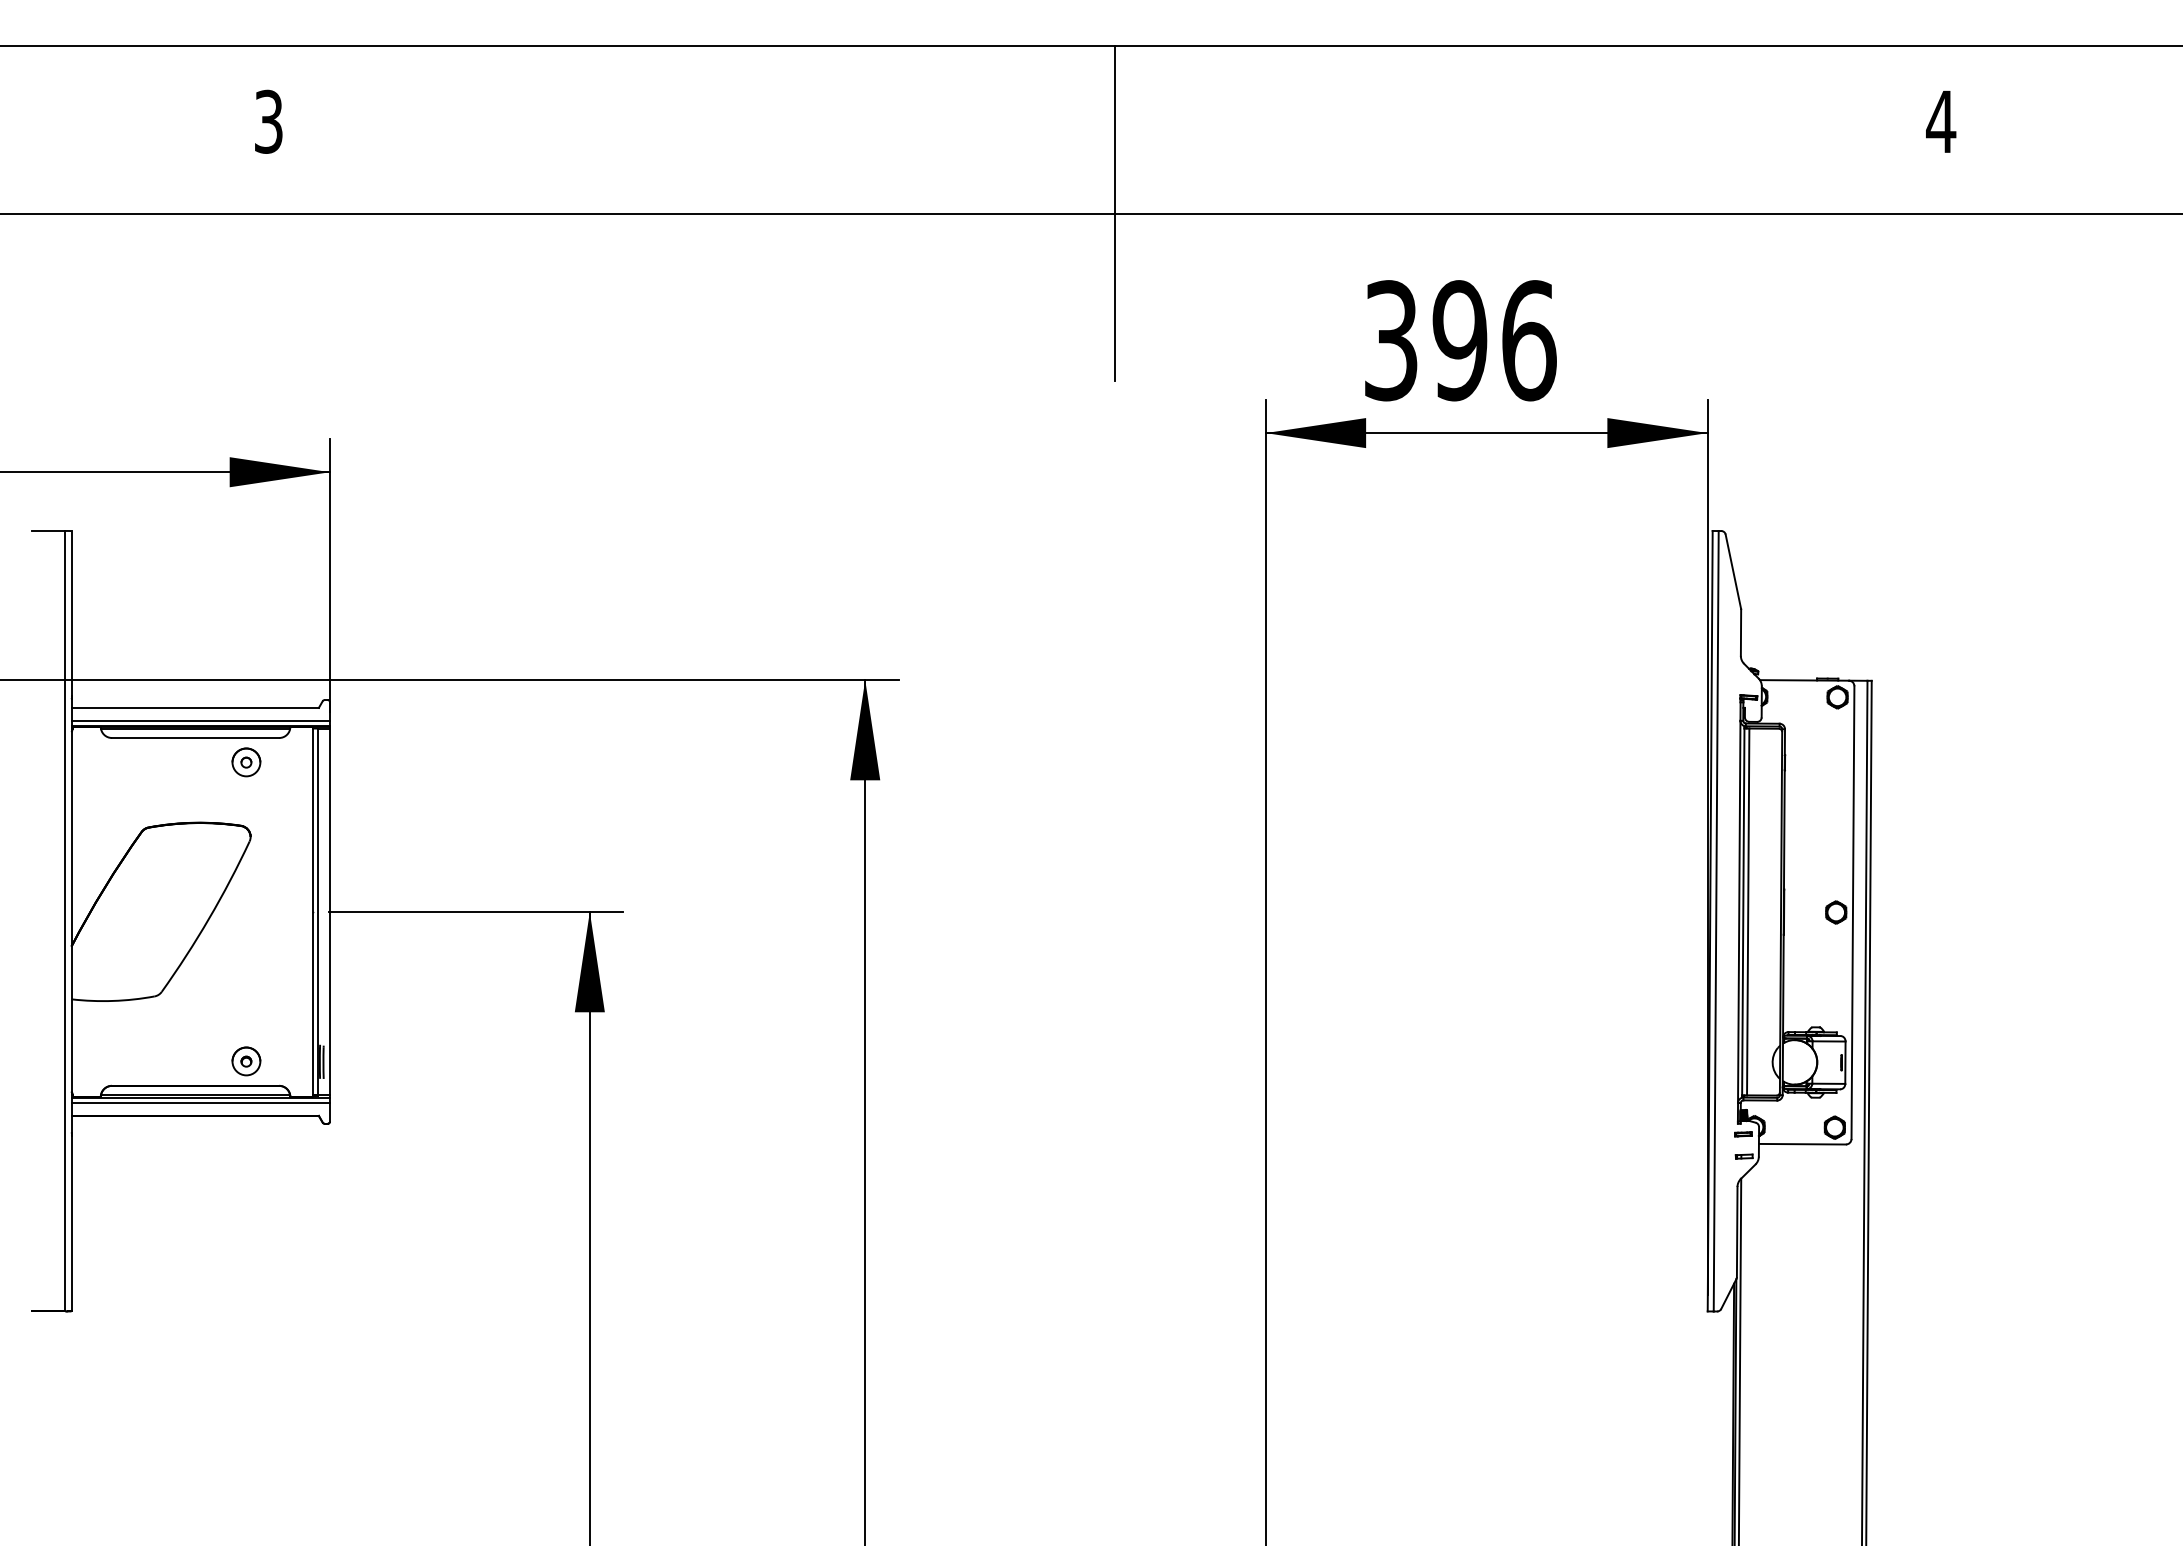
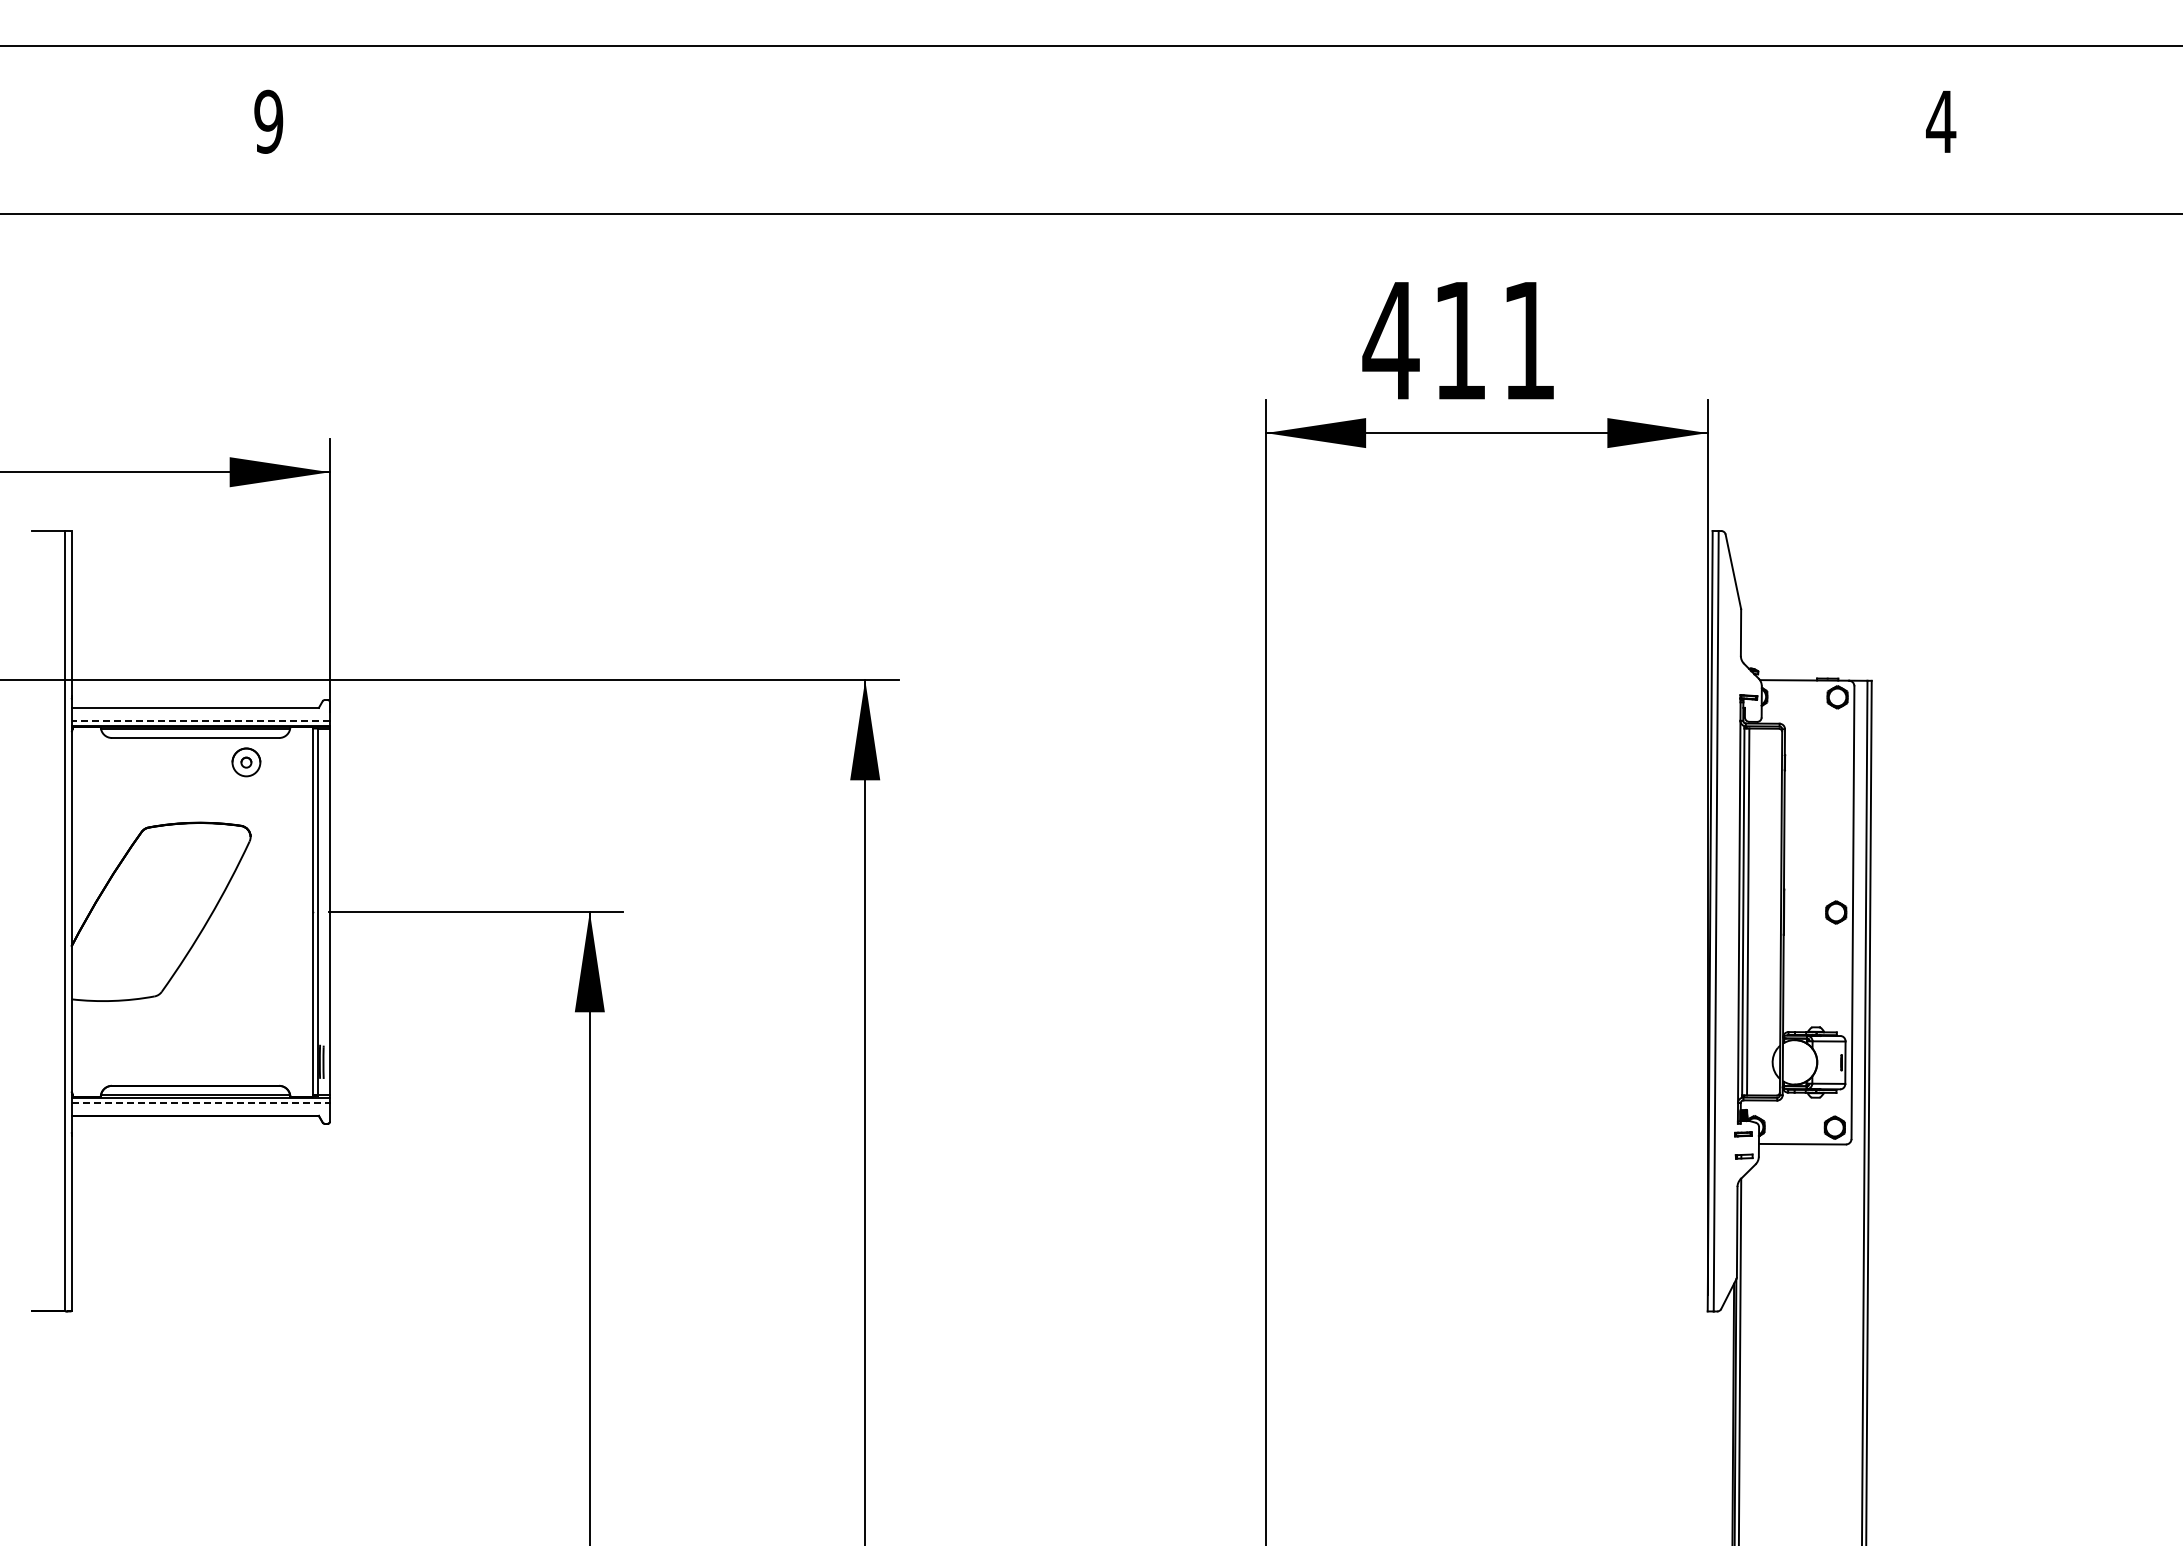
text at (268, 121): 3 -> 9
line at (1114, 213): present -> none
text at (1459, 340): 396 -> 411
line at (200, 720): solid -> dashed
part at (246, 1061): present -> none
line at (201, 1103): solid -> dashed
